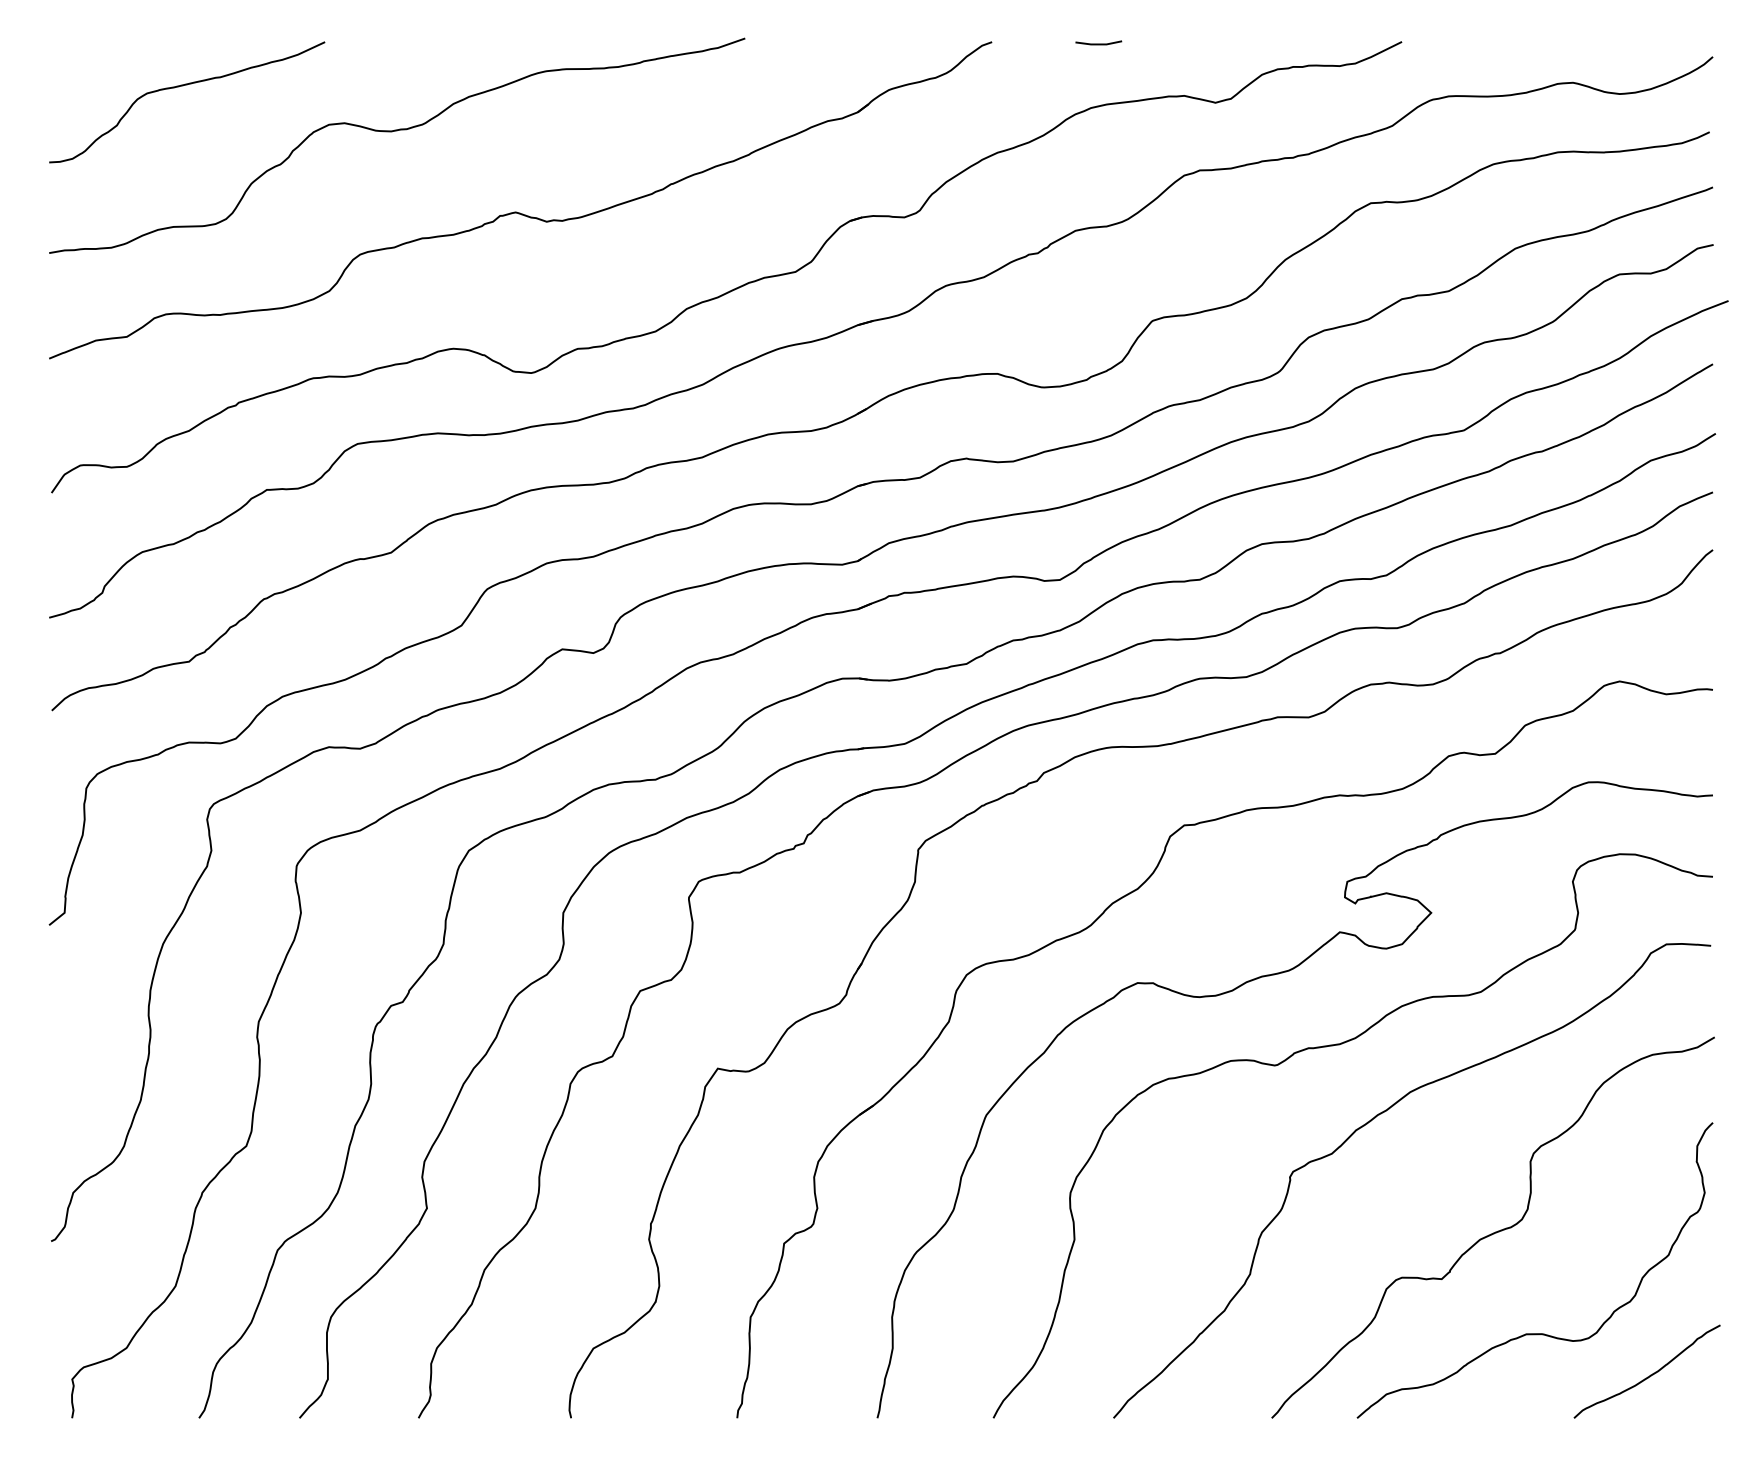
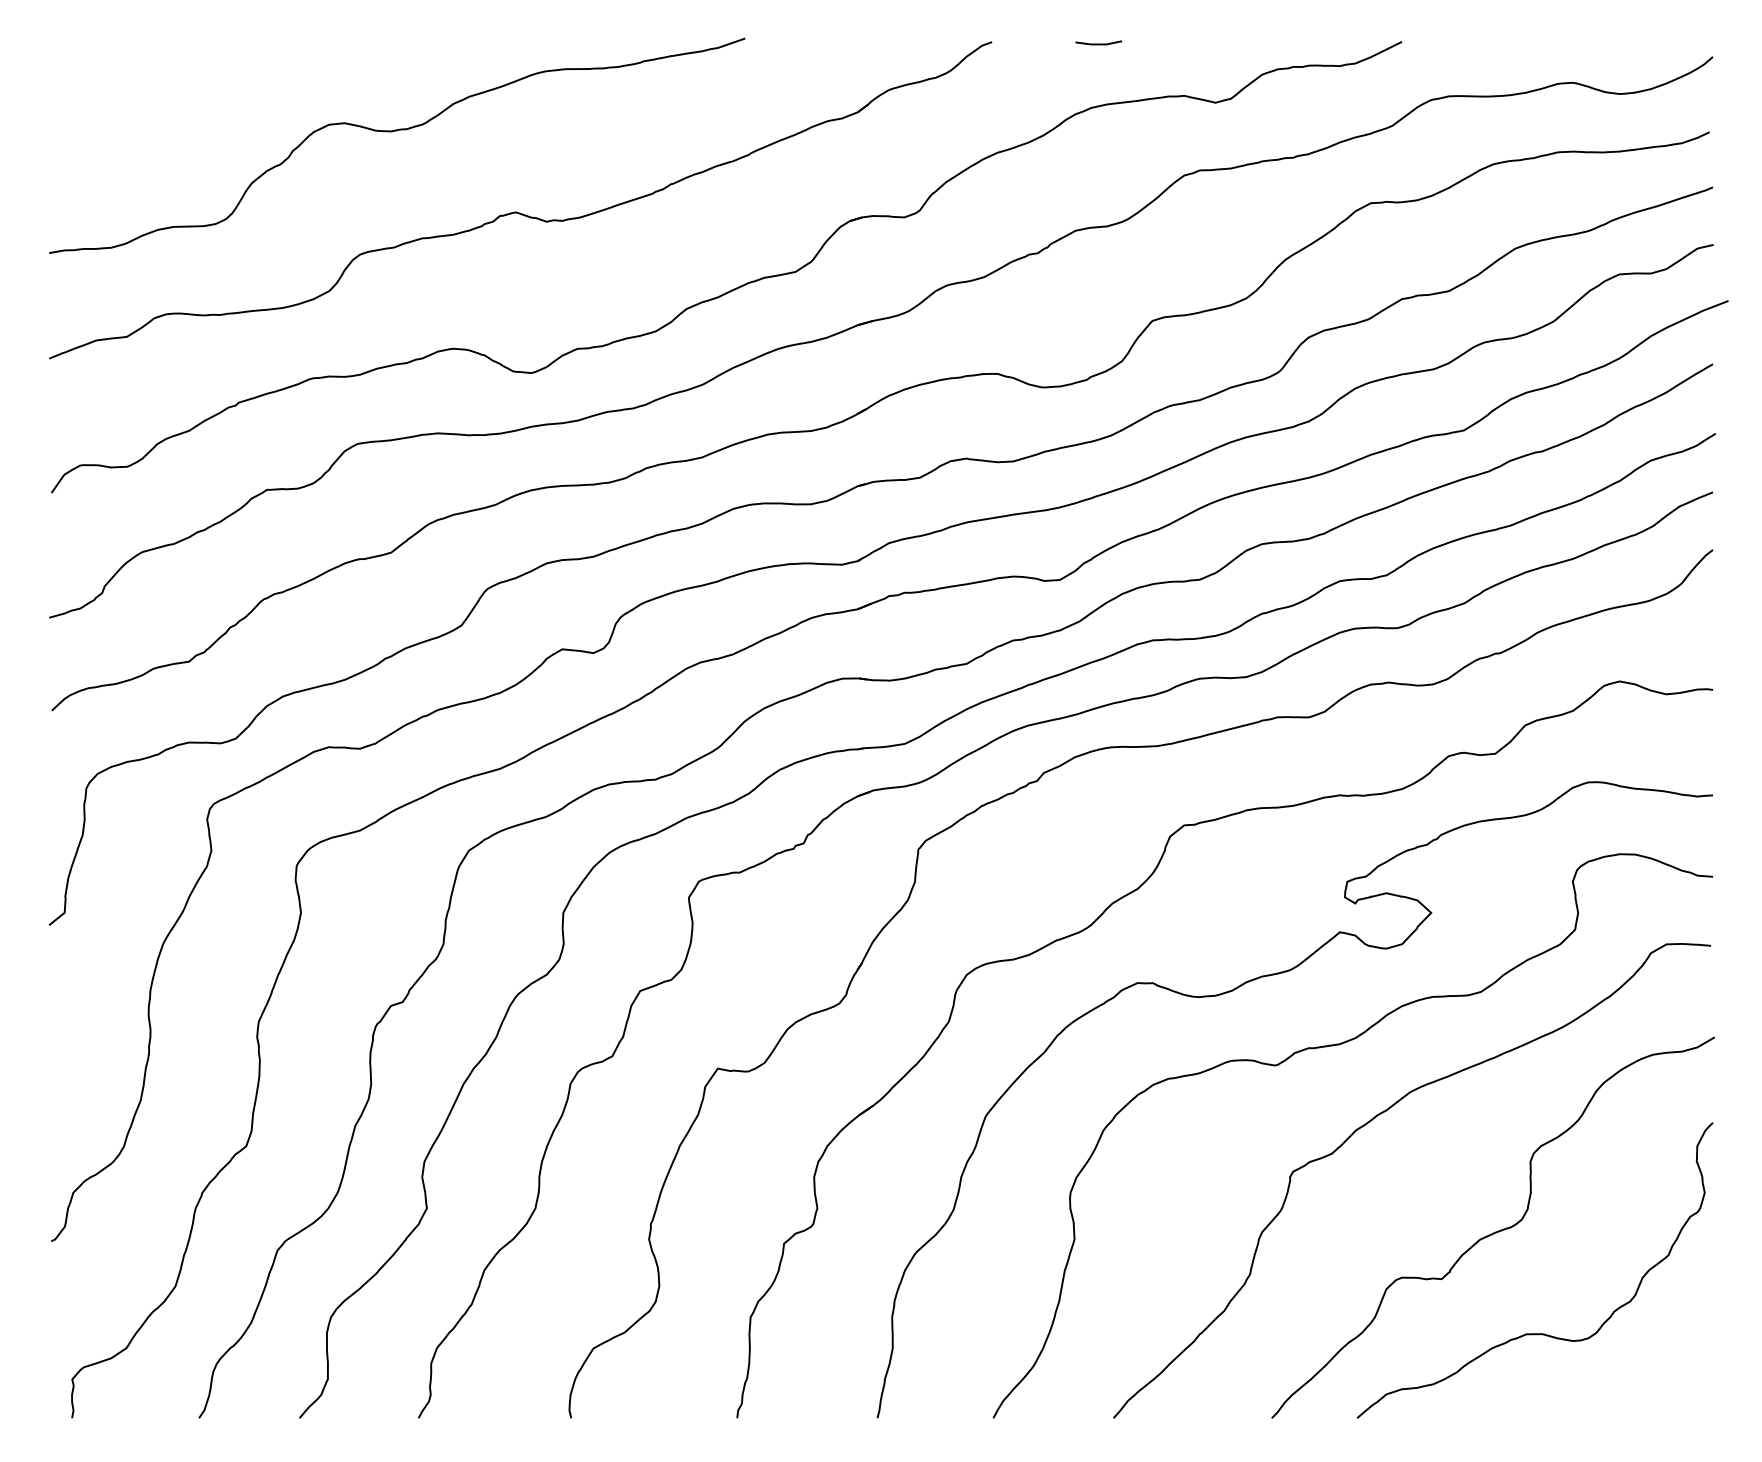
curve at (183, 86): present -> none
curve at (1650, 1374): present -> none
